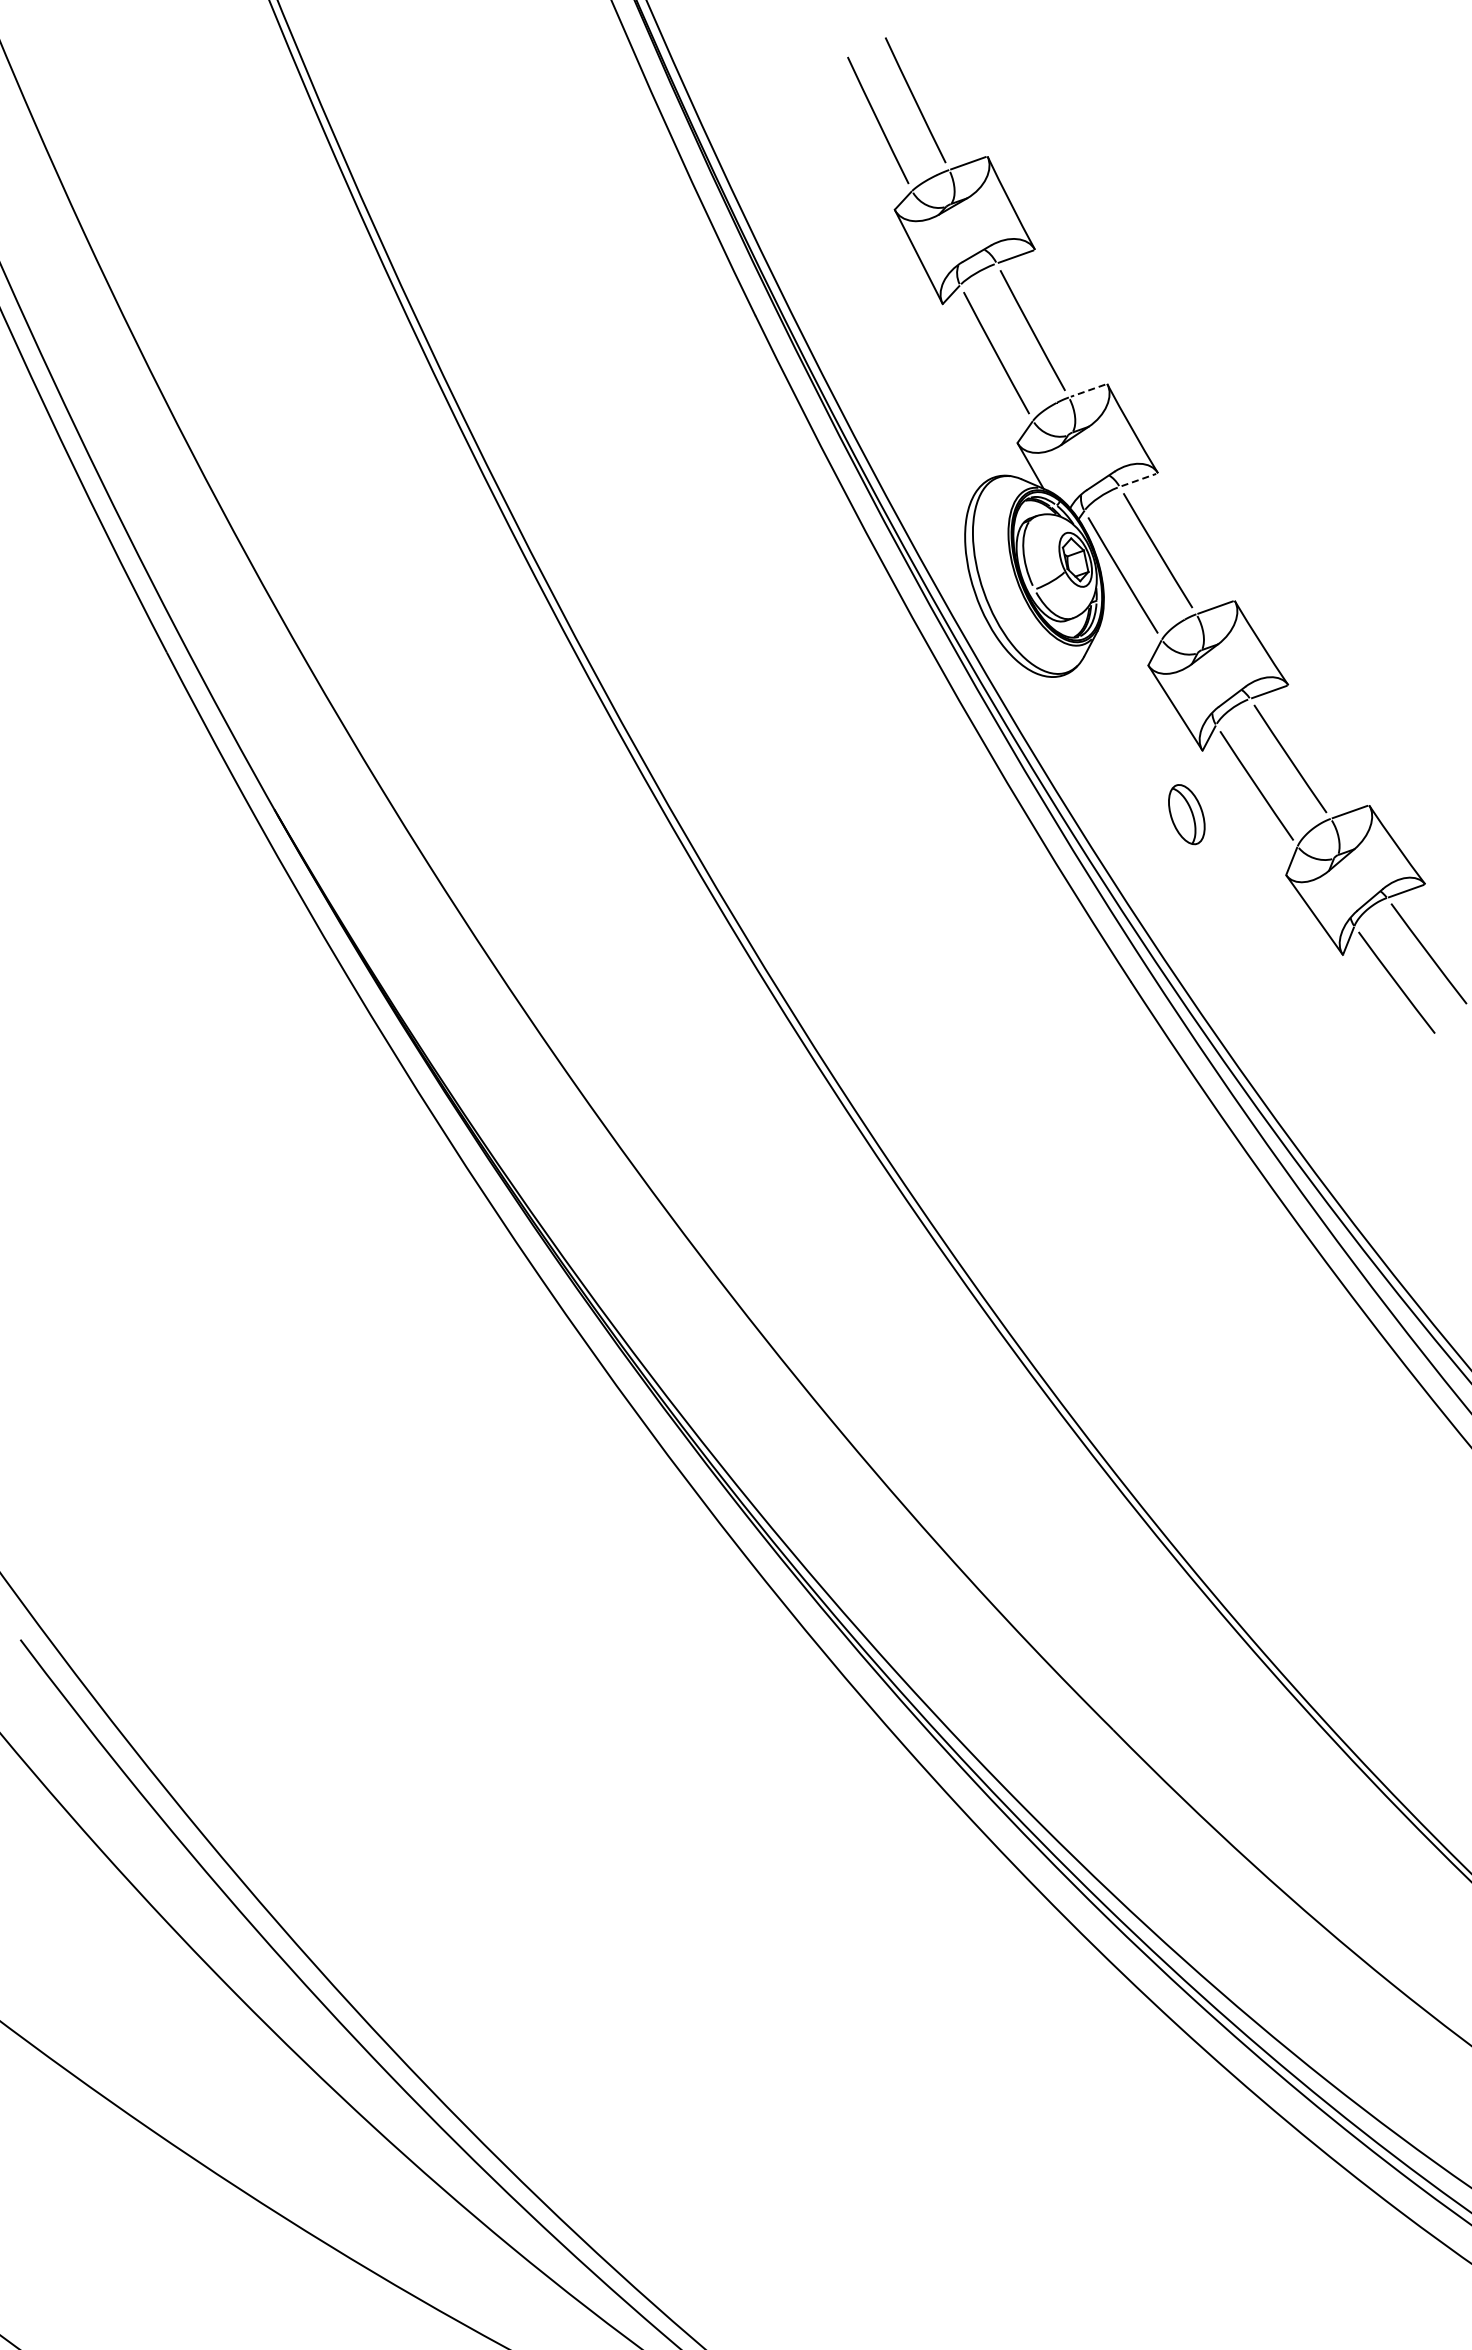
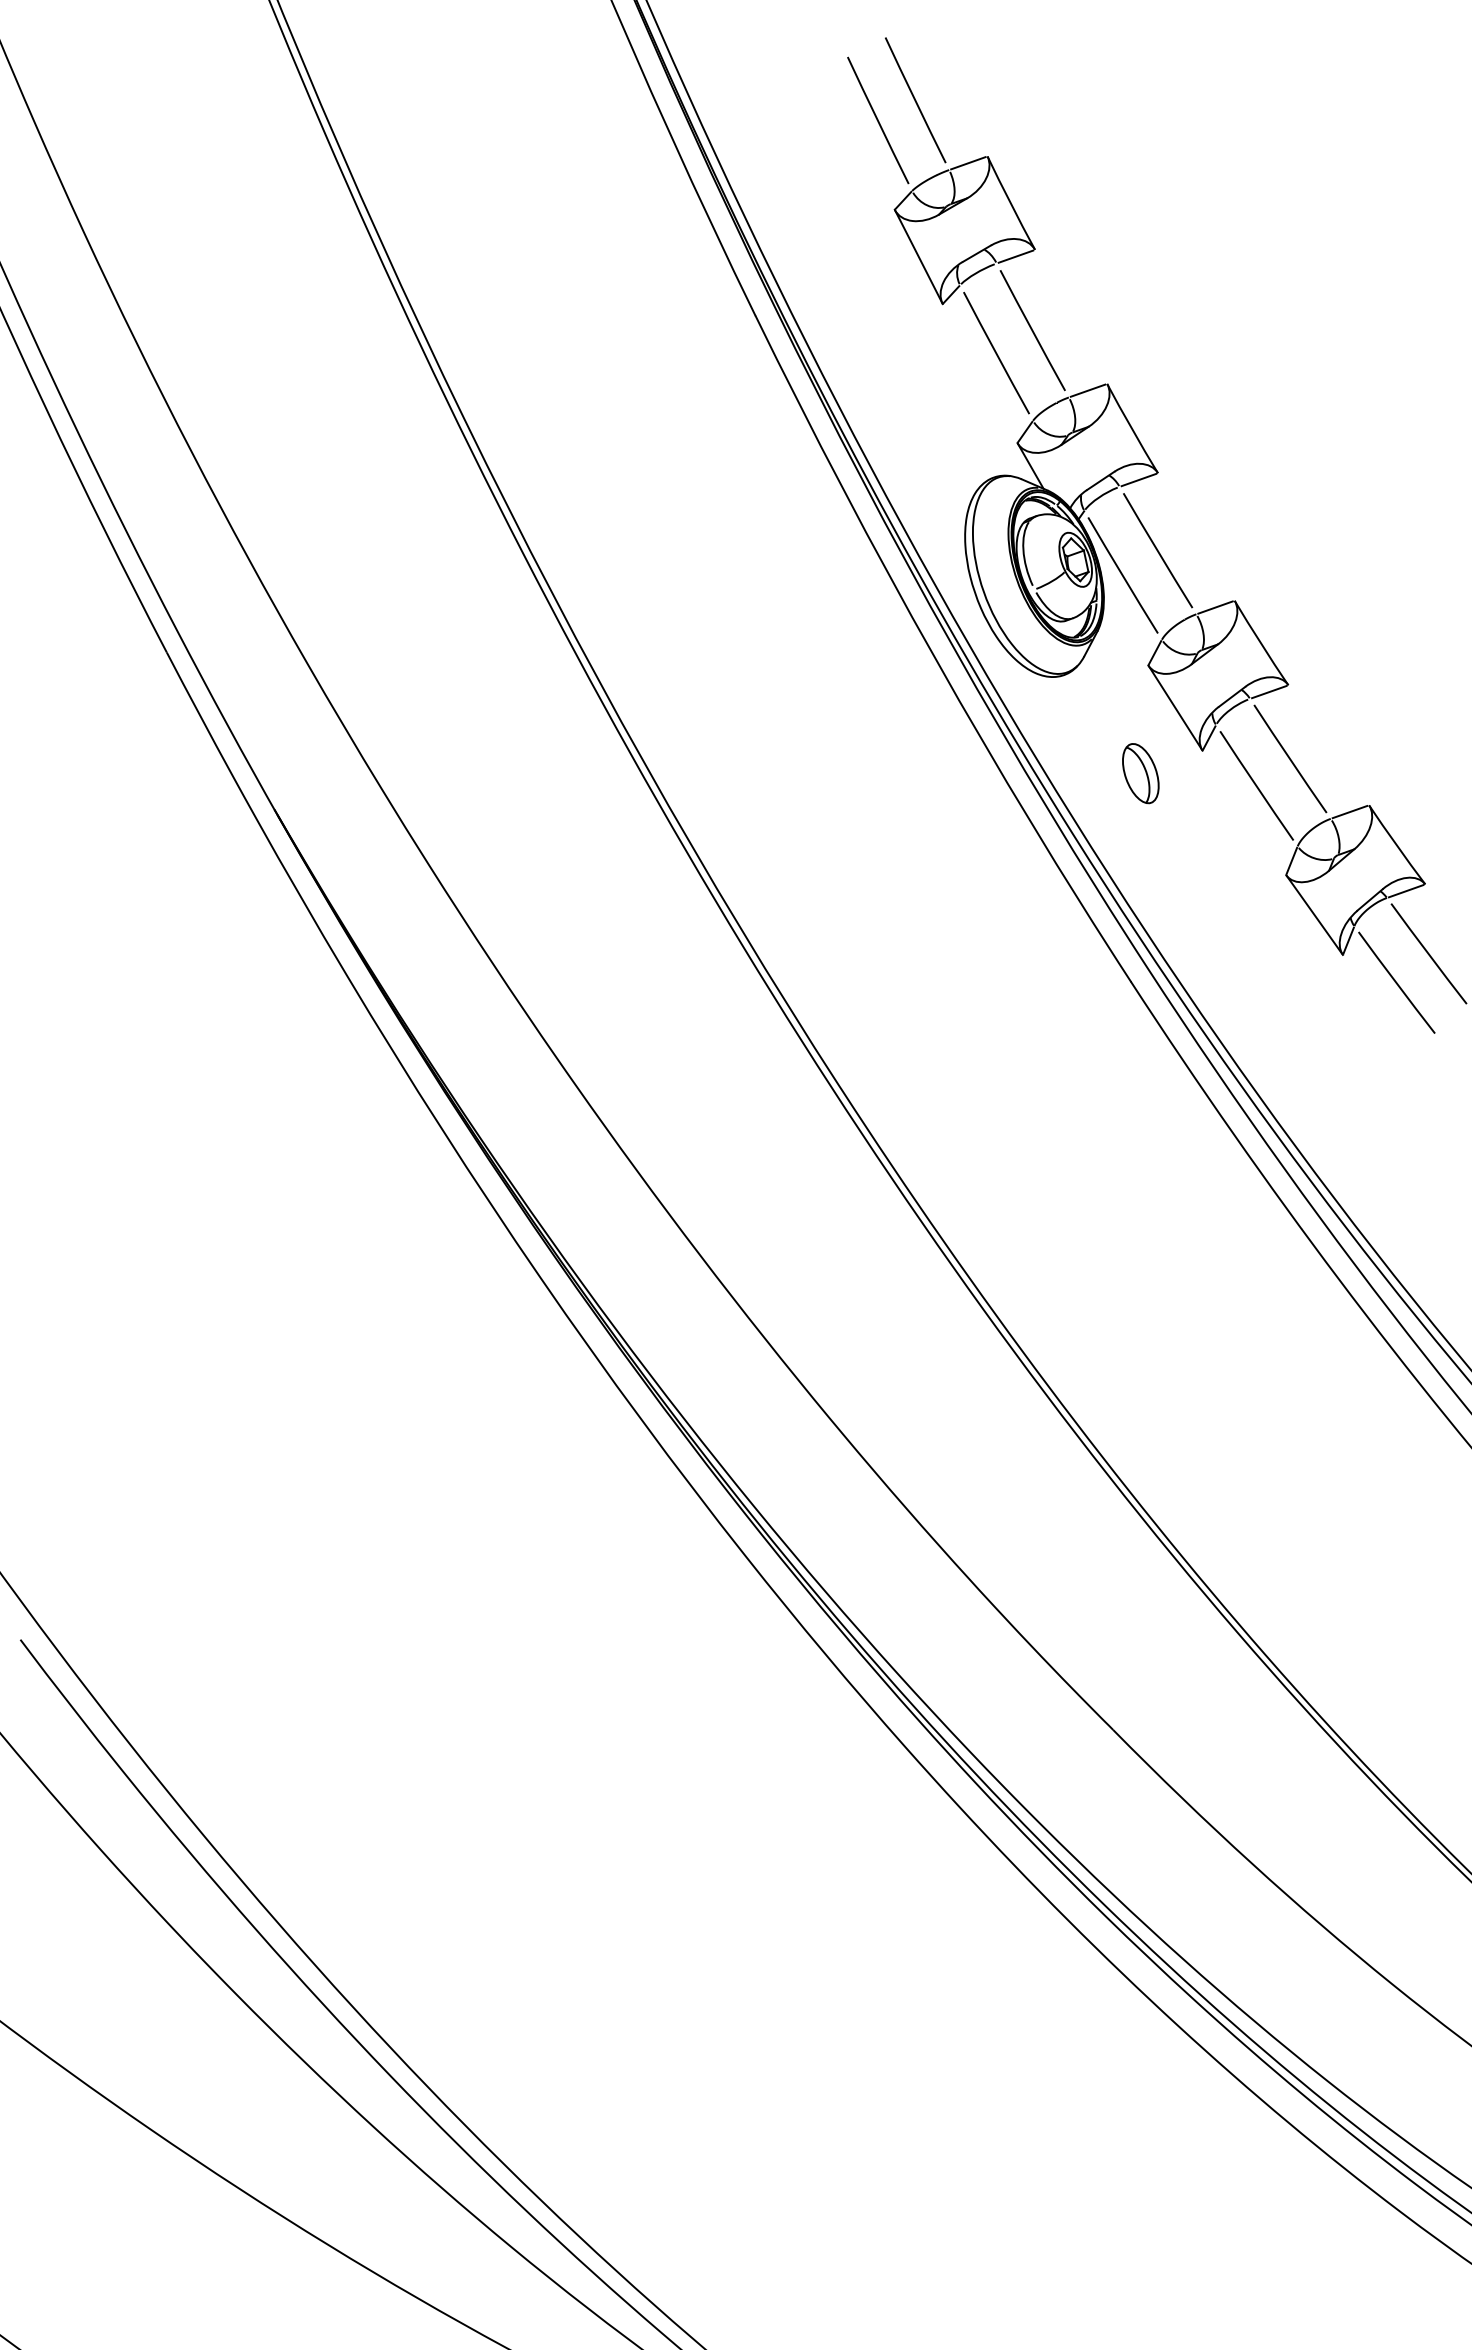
line at (1087, 390): dashed -> solid
line at (1139, 479): dashed -> solid
part at (1186, 814) position: (1186, 814) -> (1140, 773)
